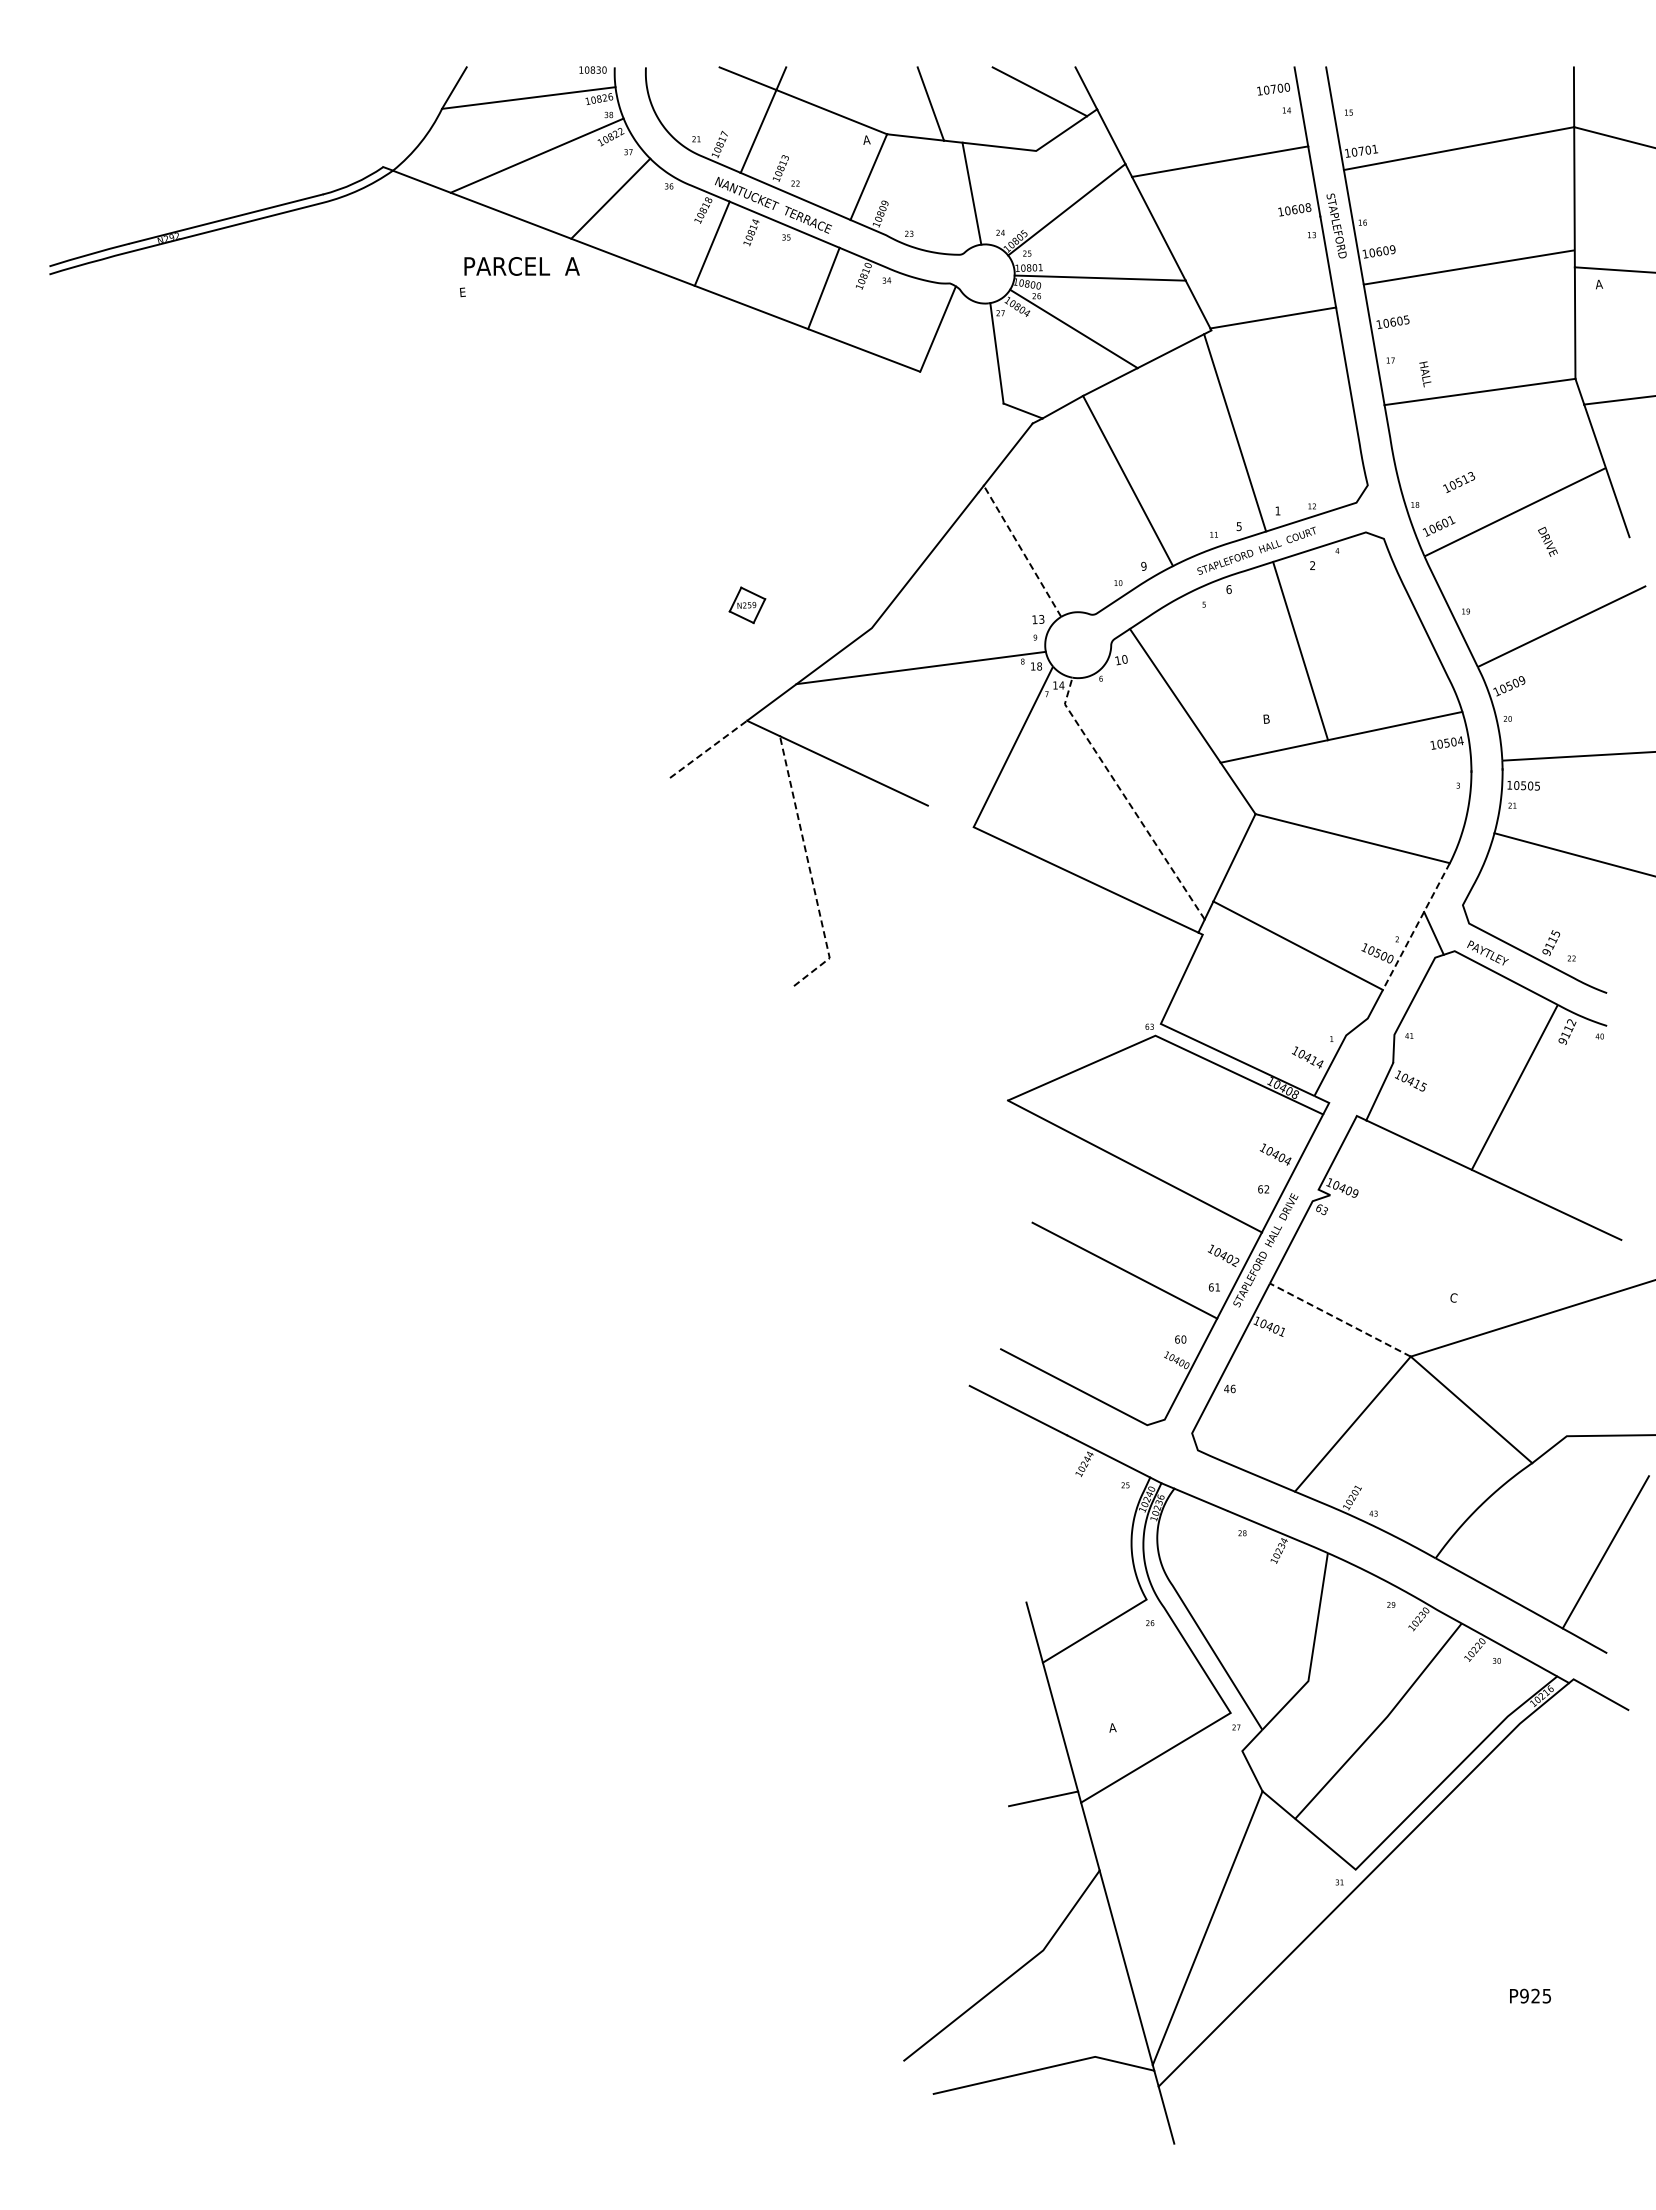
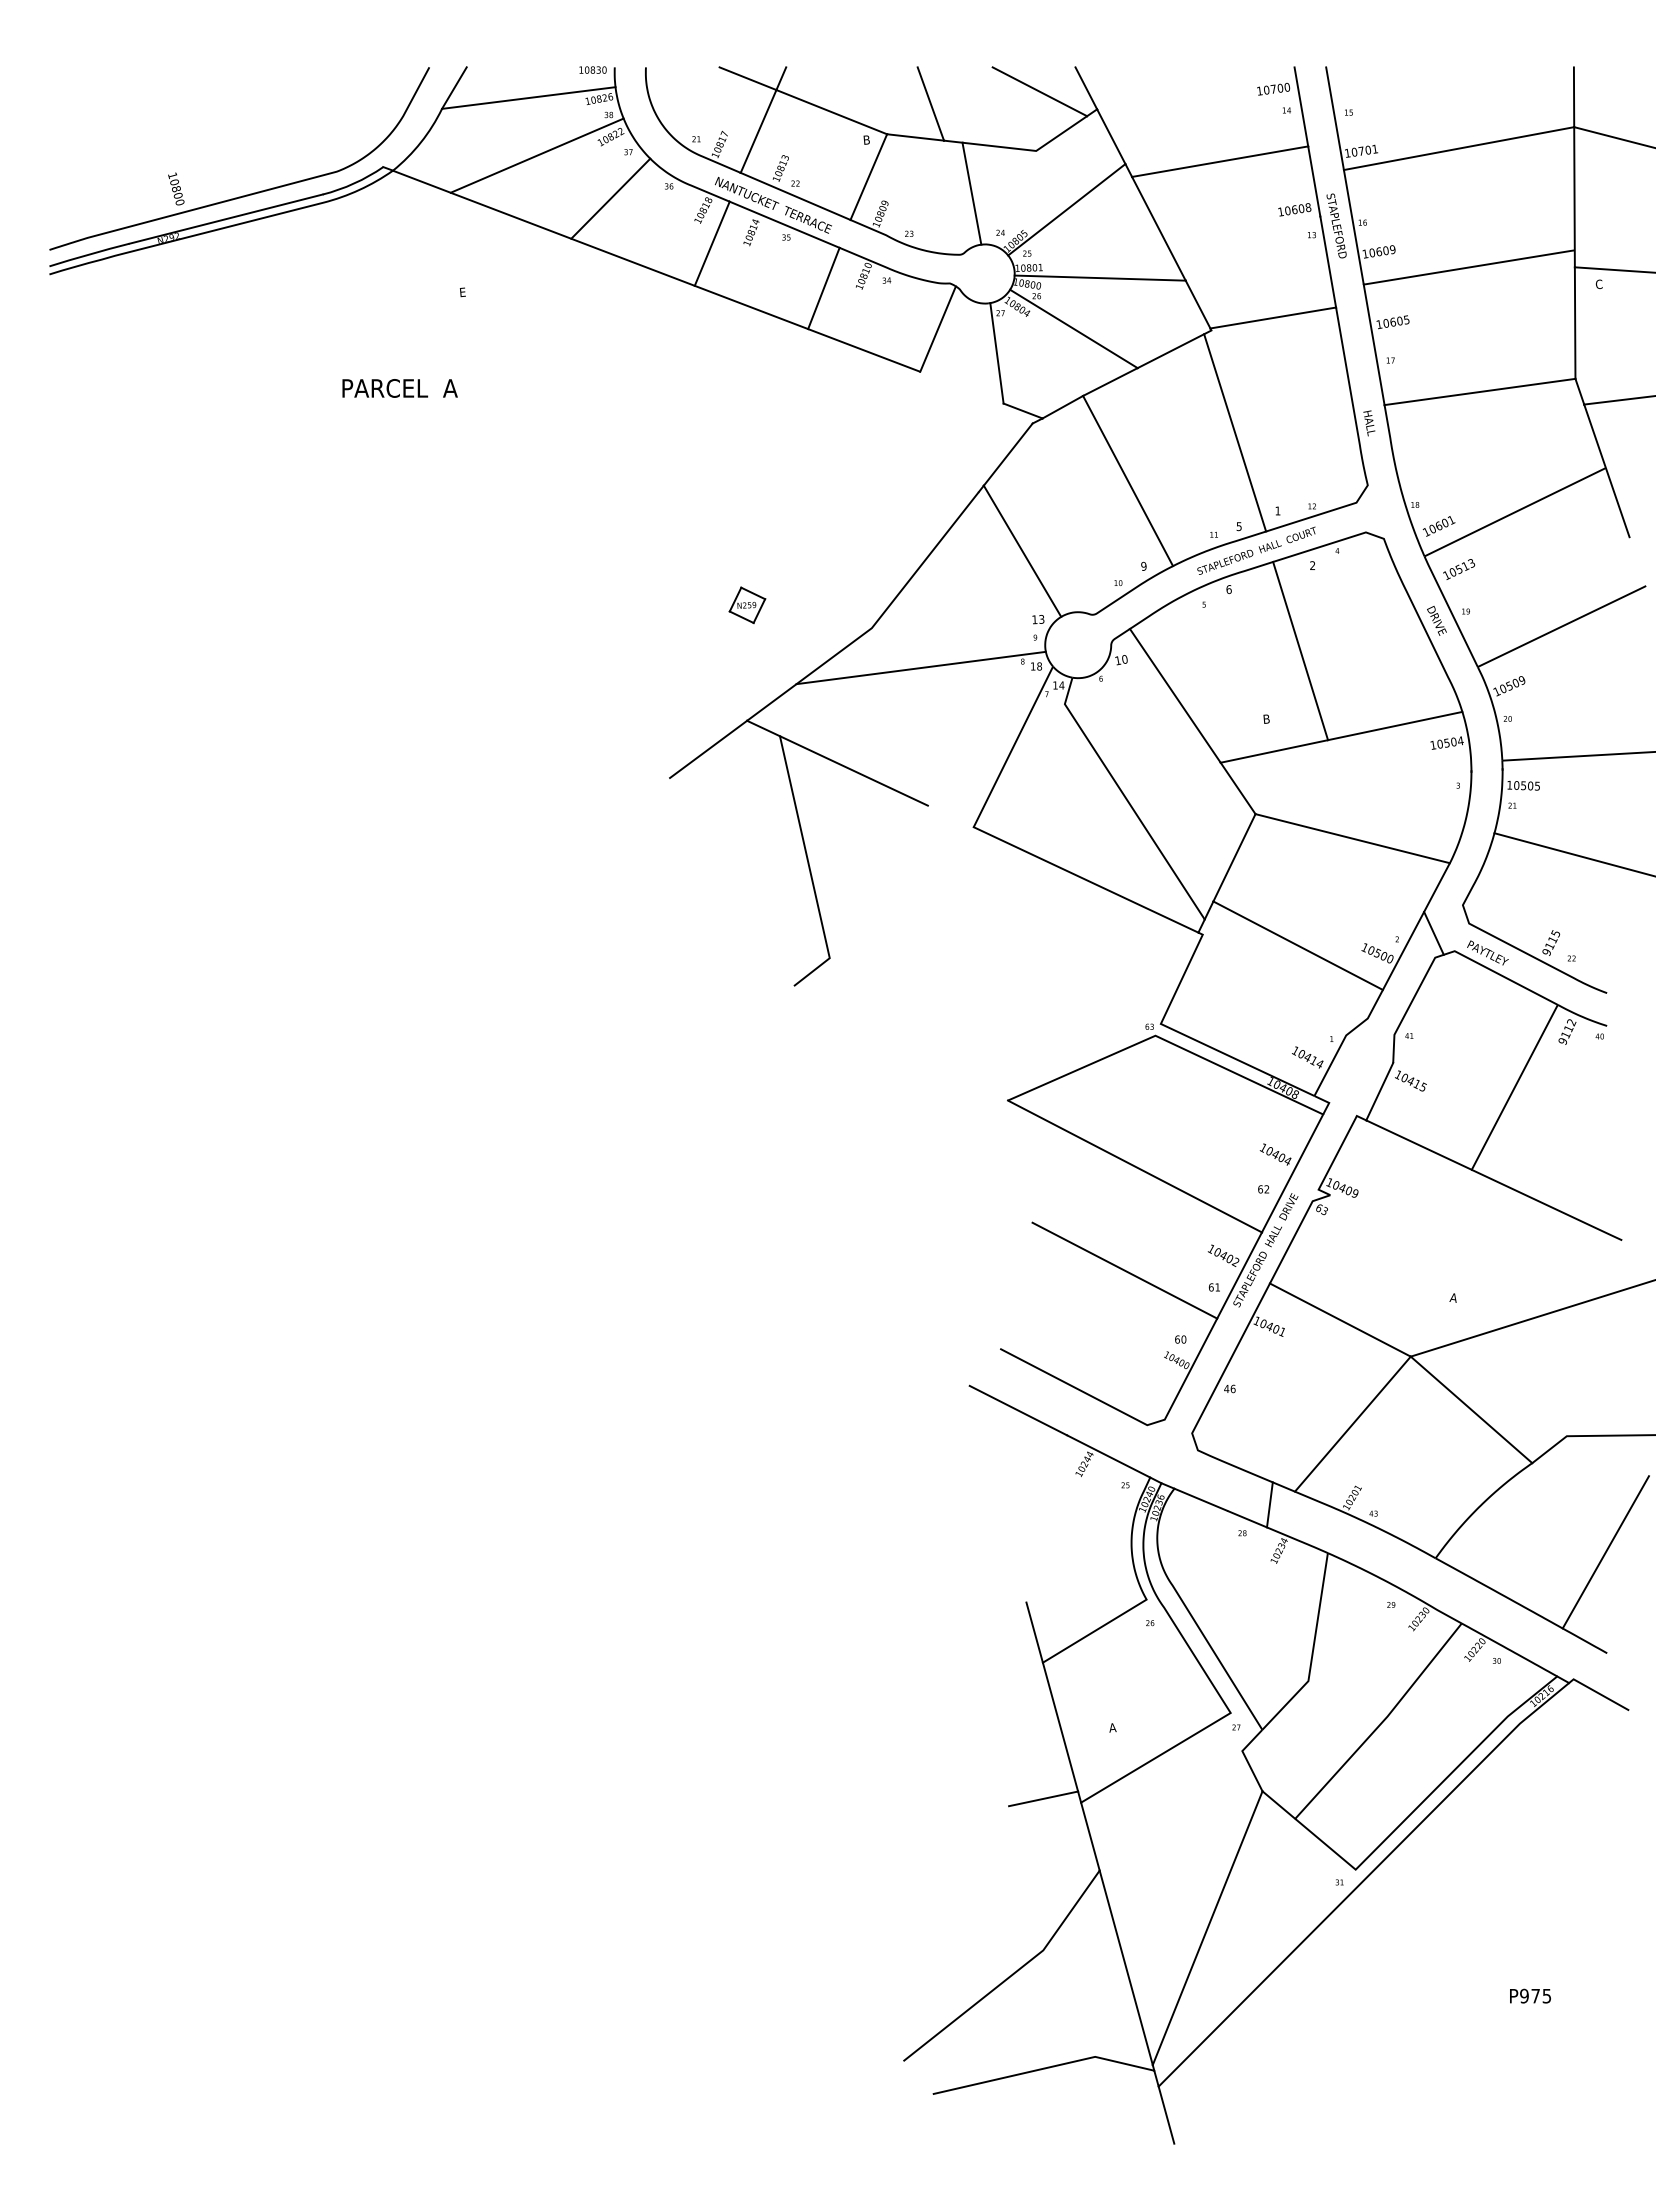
text at (866, 139): A -> B
part at (246, 194): none -> present
text at (521, 266) position: (521, 266) -> (399, 388)
text at (1599, 284): A -> C
text at (1425, 374) position: (1425, 374) -> (1369, 423)
text at (1459, 482) position: (1459, 482) -> (1459, 569)
text at (1547, 541) position: (1547, 541) -> (1436, 620)
line at (1022, 550): dashed -> solid
line at (708, 749): dashed -> solid
line at (1126, 799): dashed -> solid
line at (809, 869): dashed -> solid
line at (1416, 926): dashed -> solid
text at (1453, 1297): C -> A
line at (1339, 1319): dashed -> solid
line at (1269, 1504): none -> present
text at (1535, 1995): P925 -> P975
